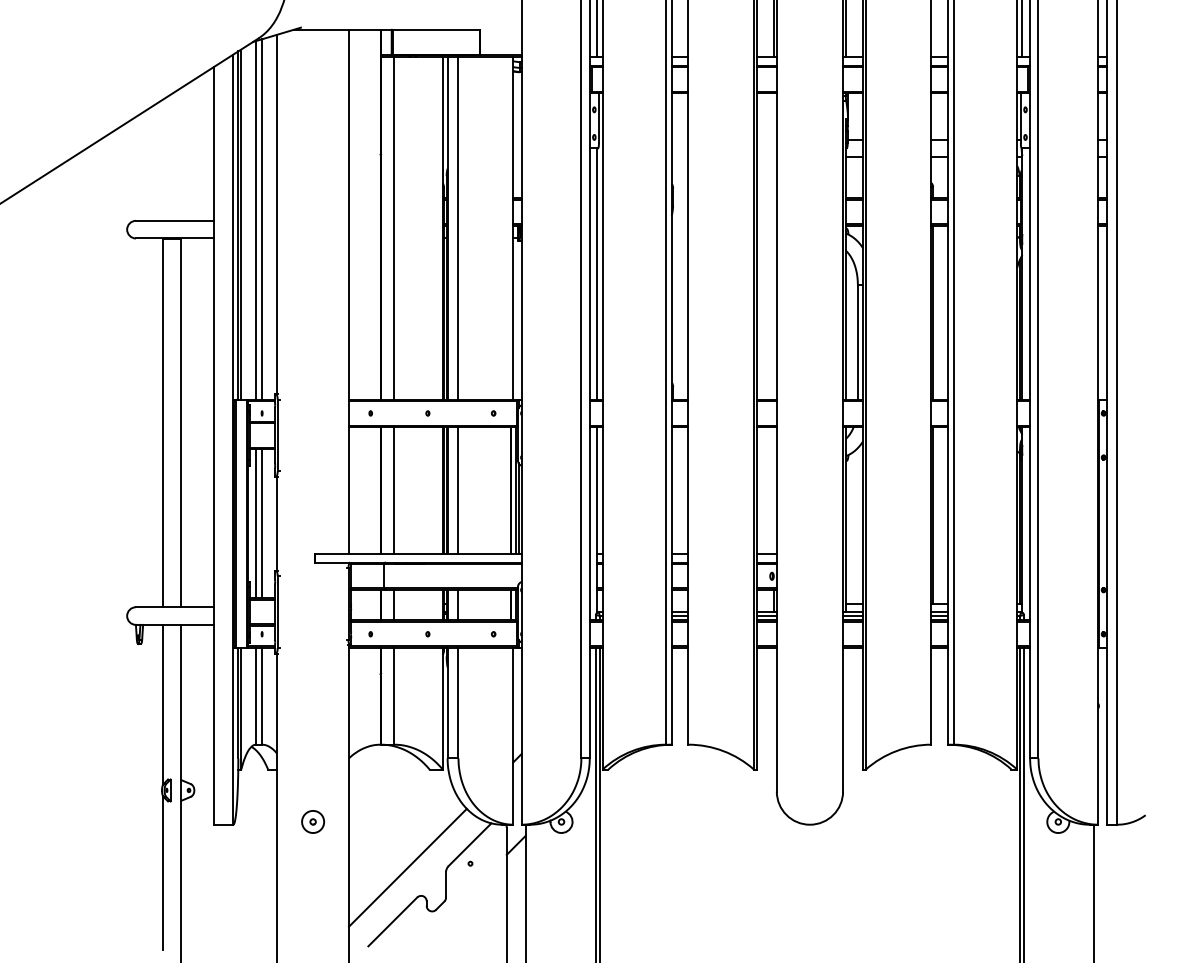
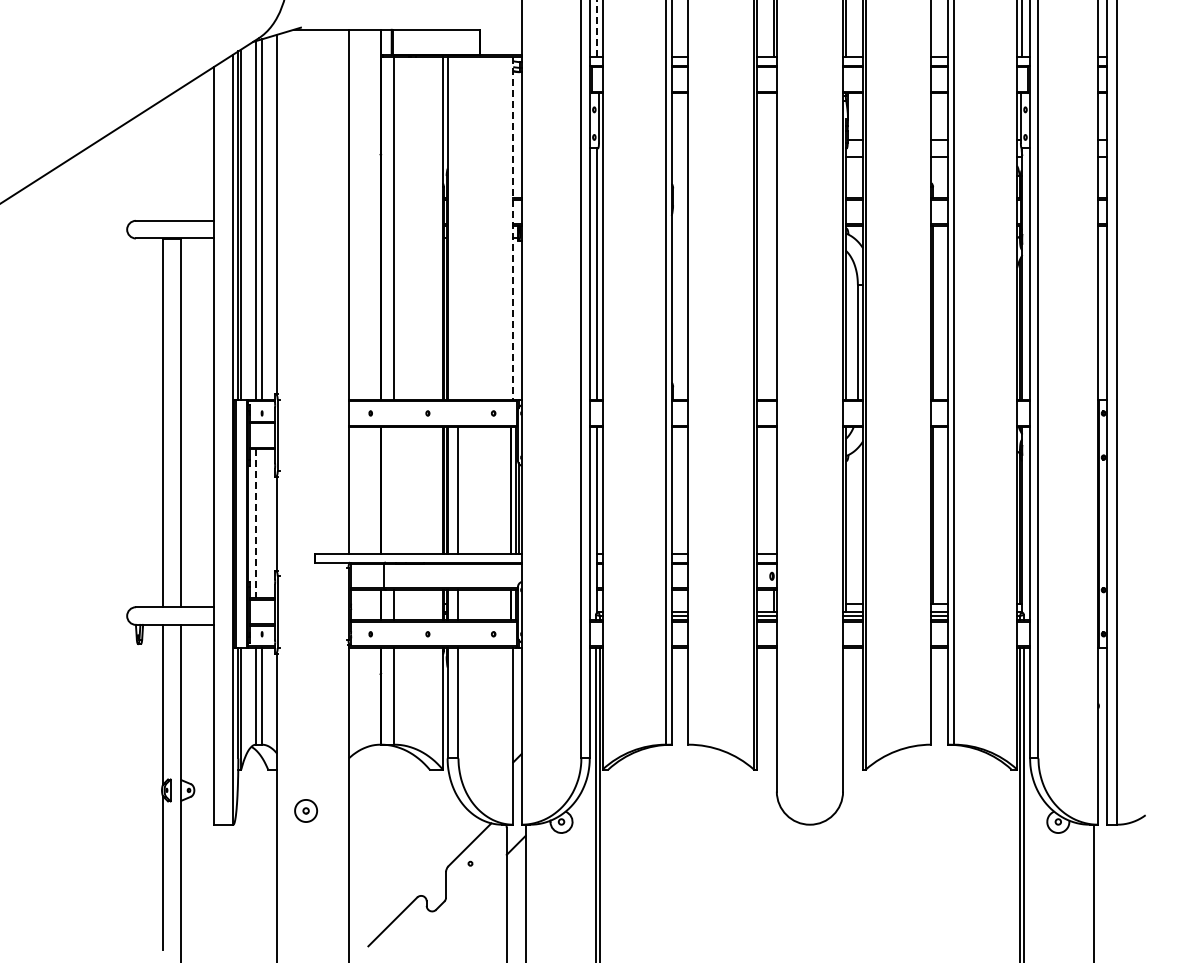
line at (597, 28): solid -> dashed
line at (458, 228): present -> none
line at (513, 229): solid -> dashed
line at (394, 490): present -> none
line at (256, 523): solid -> dashed
line at (261, 523): present -> none
part at (312, 821) position: (312, 821) -> (305, 810)
line at (407, 867): present -> none
